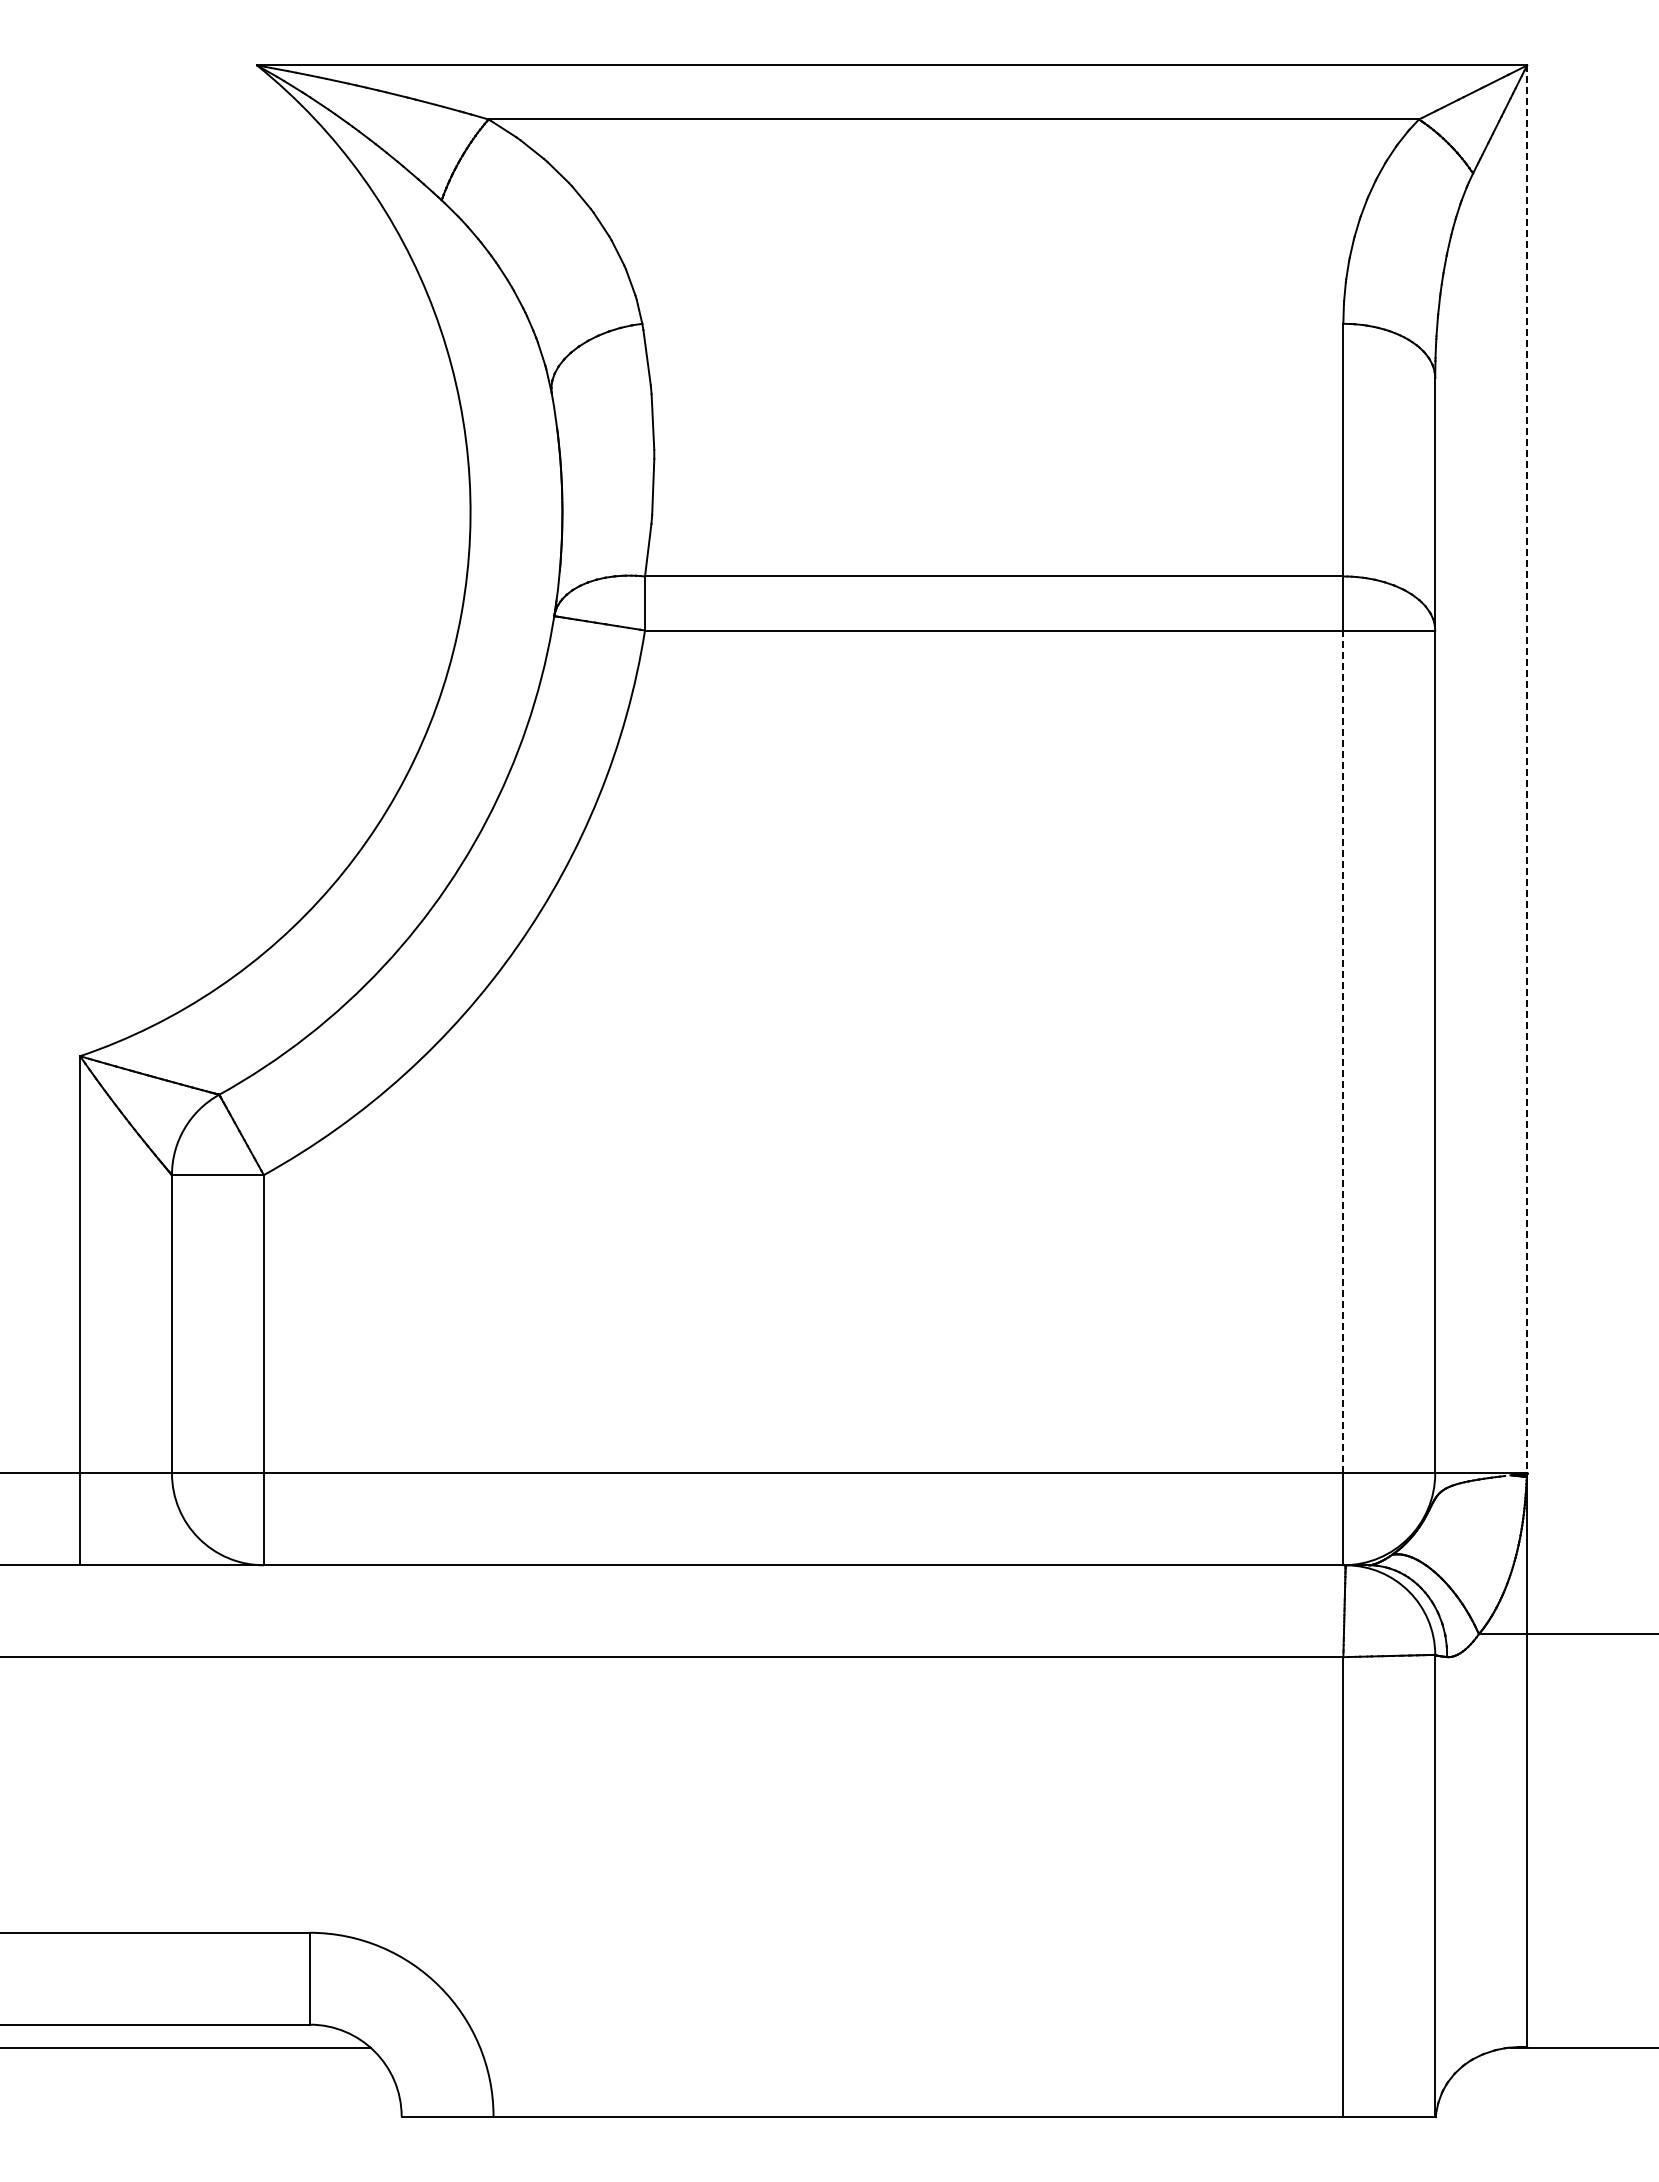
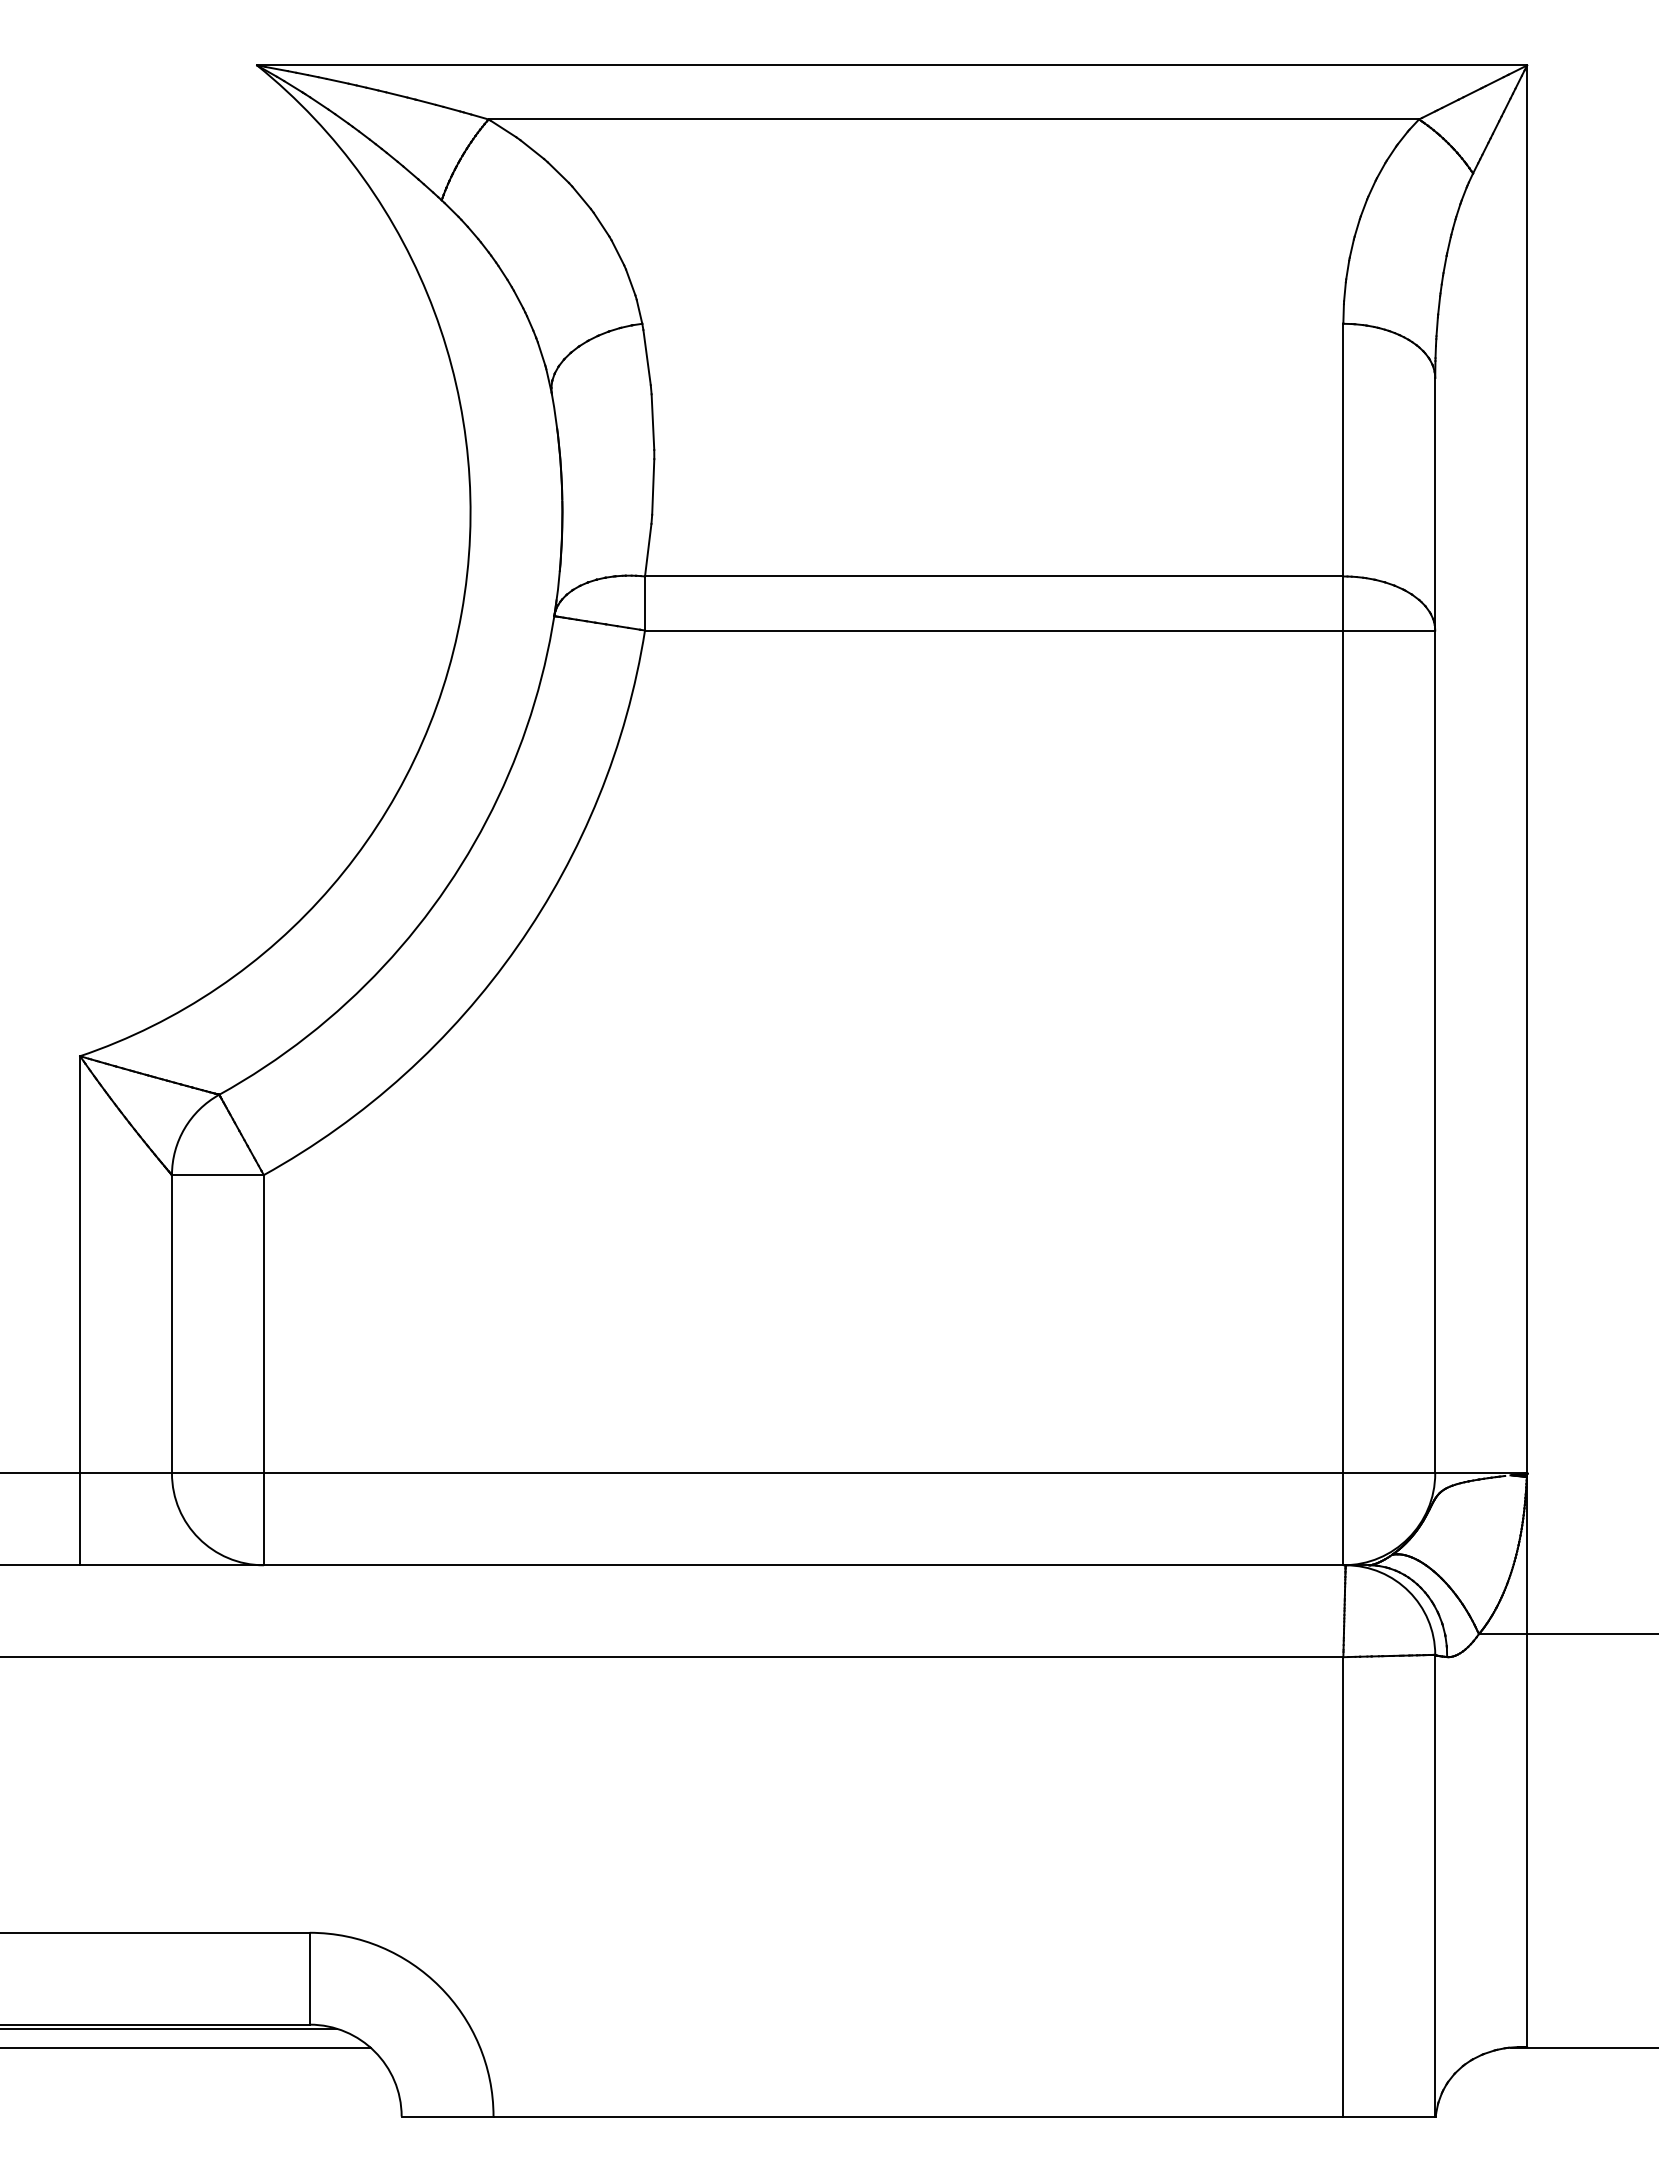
line at (1527, 769): dashed -> solid
line at (1343, 1051): dashed -> solid
line at (169, 2028): none -> present
